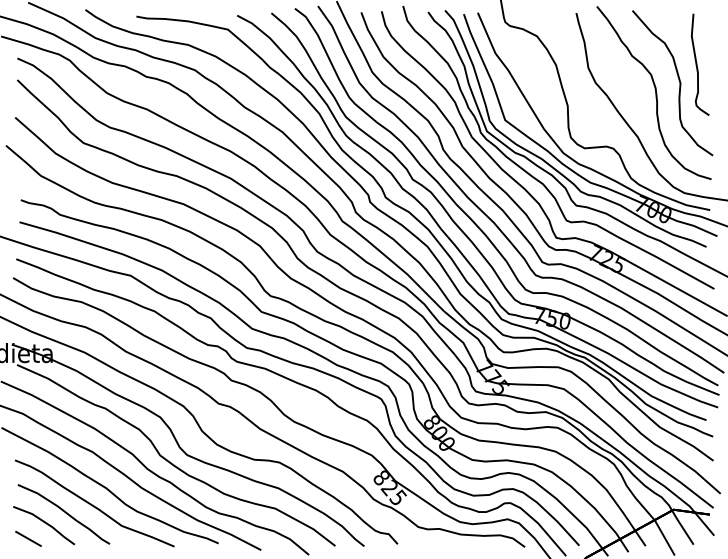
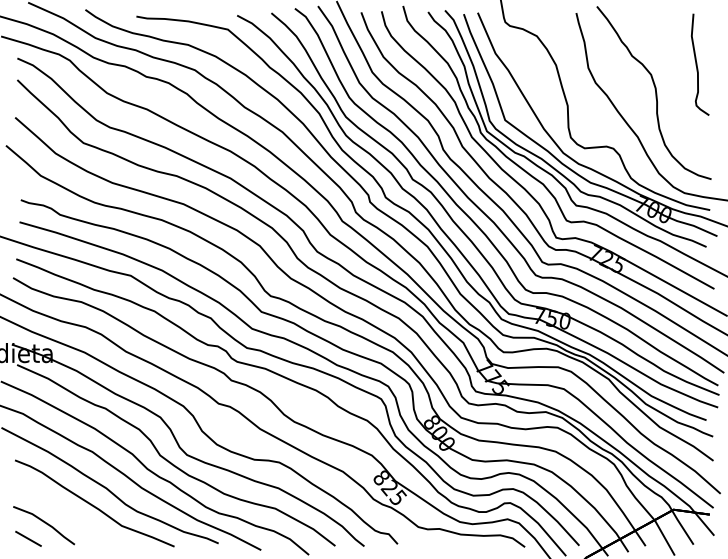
curve at (678, 80): present -> none
curve at (64, 512): present -> none
